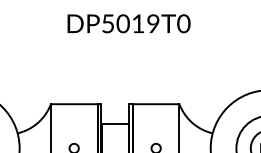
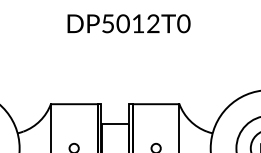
text at (153, 24): DP5019T0 -> DP5012T0
